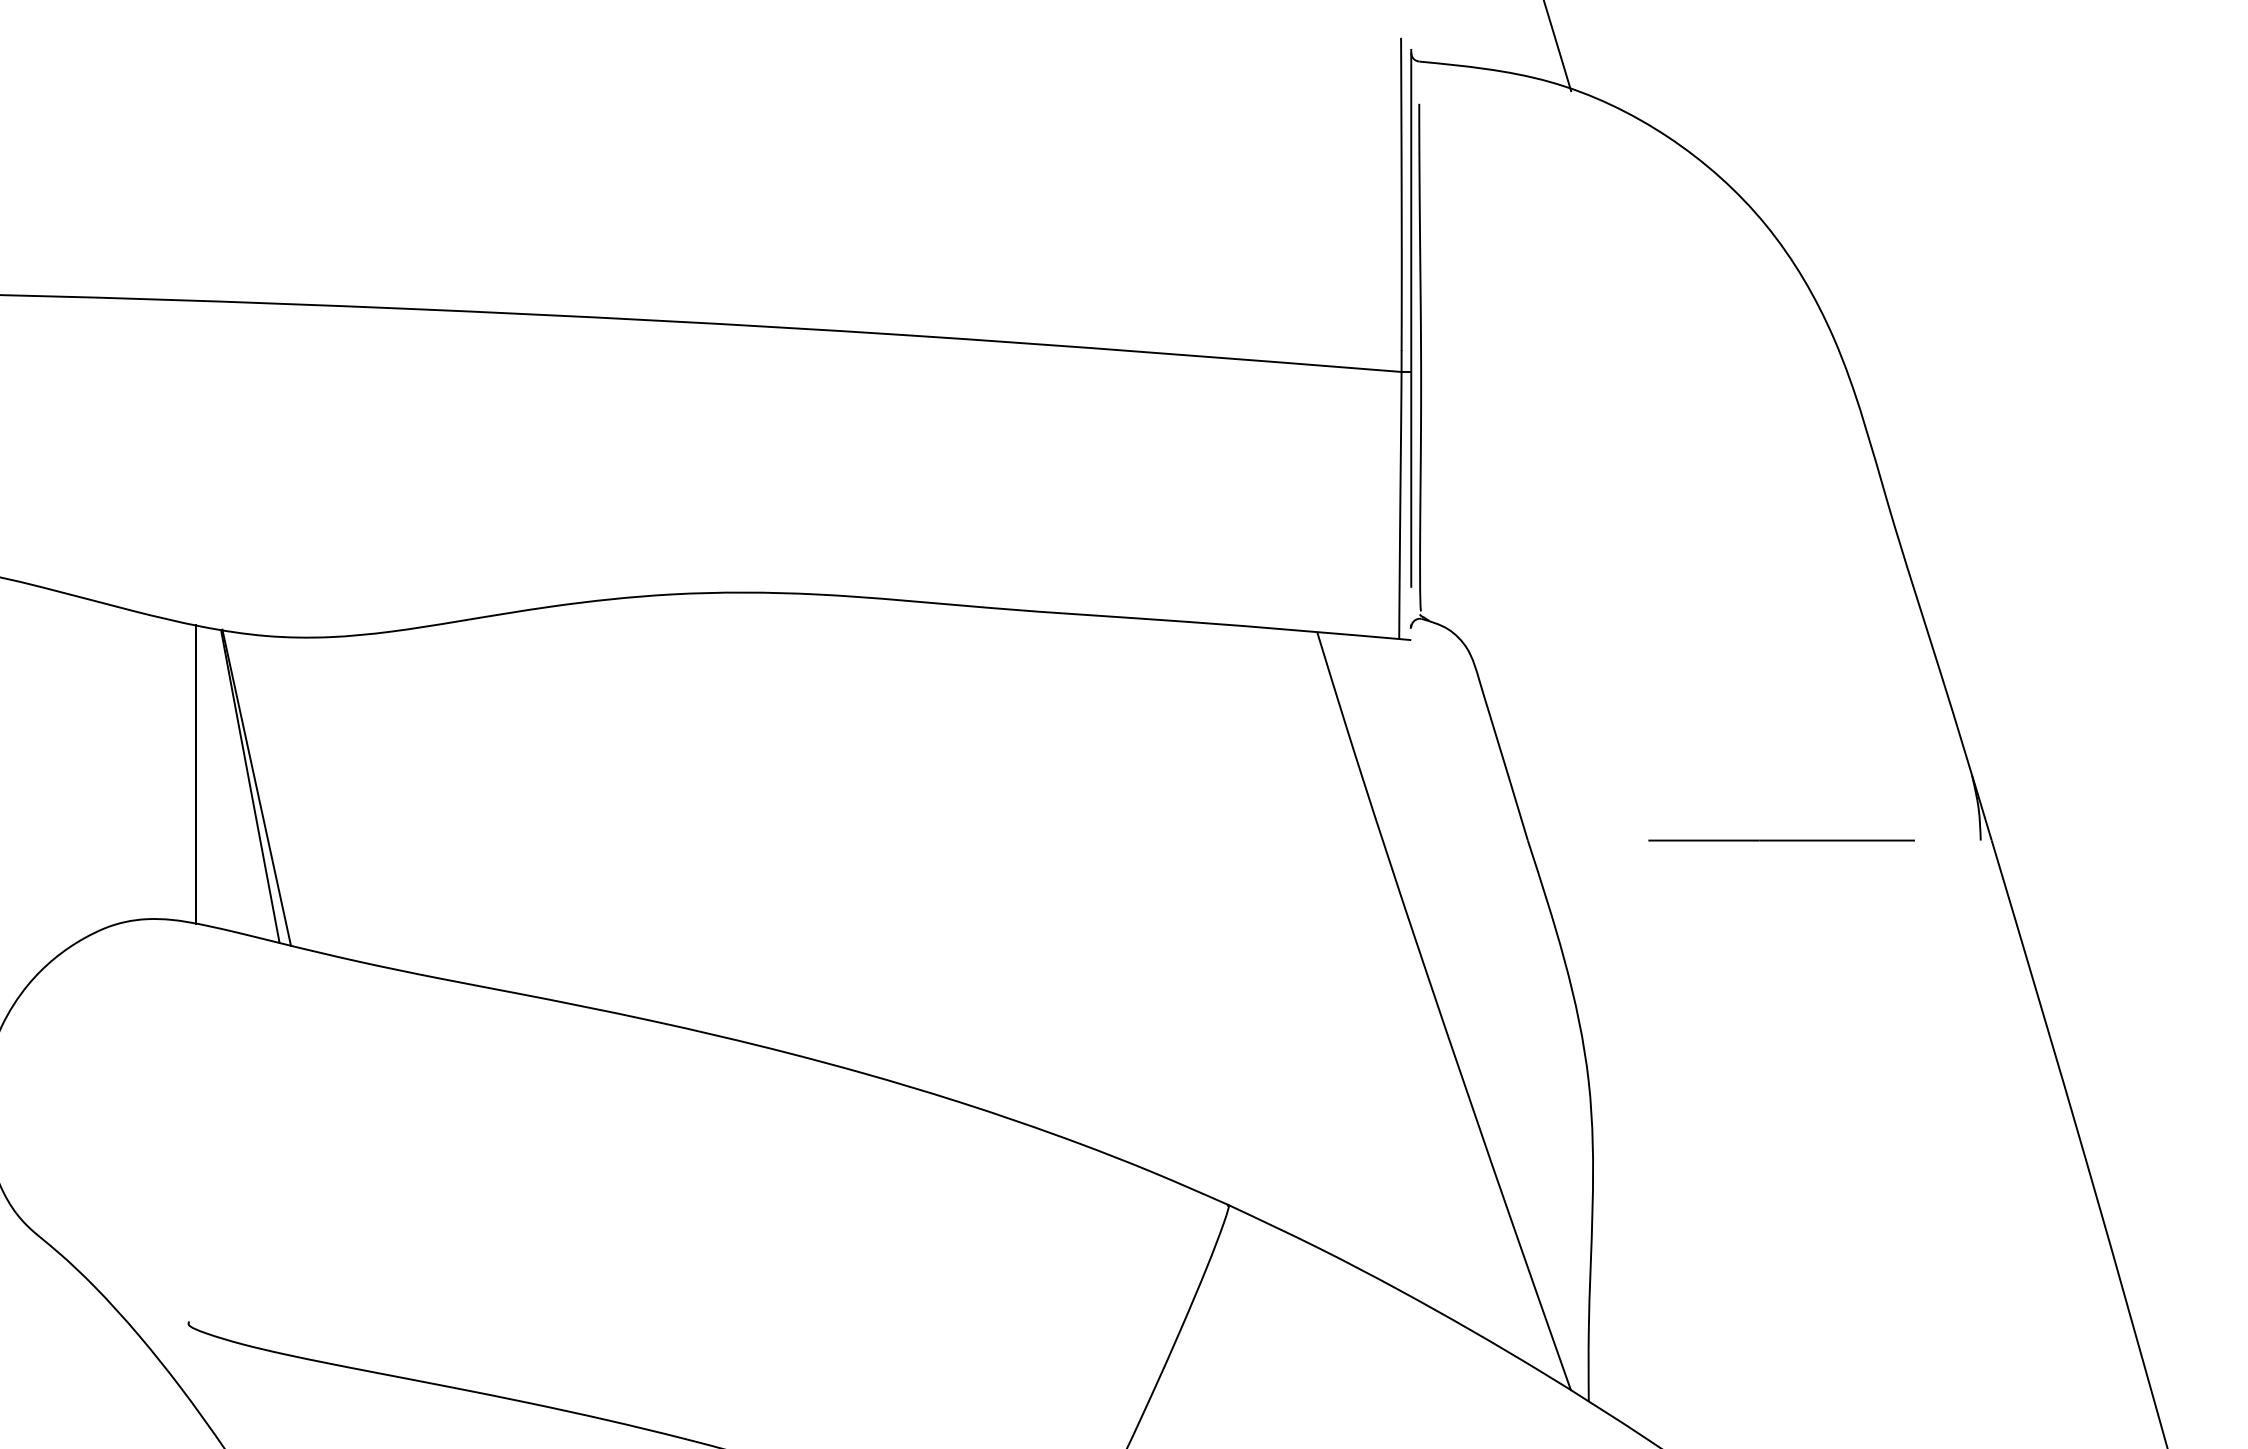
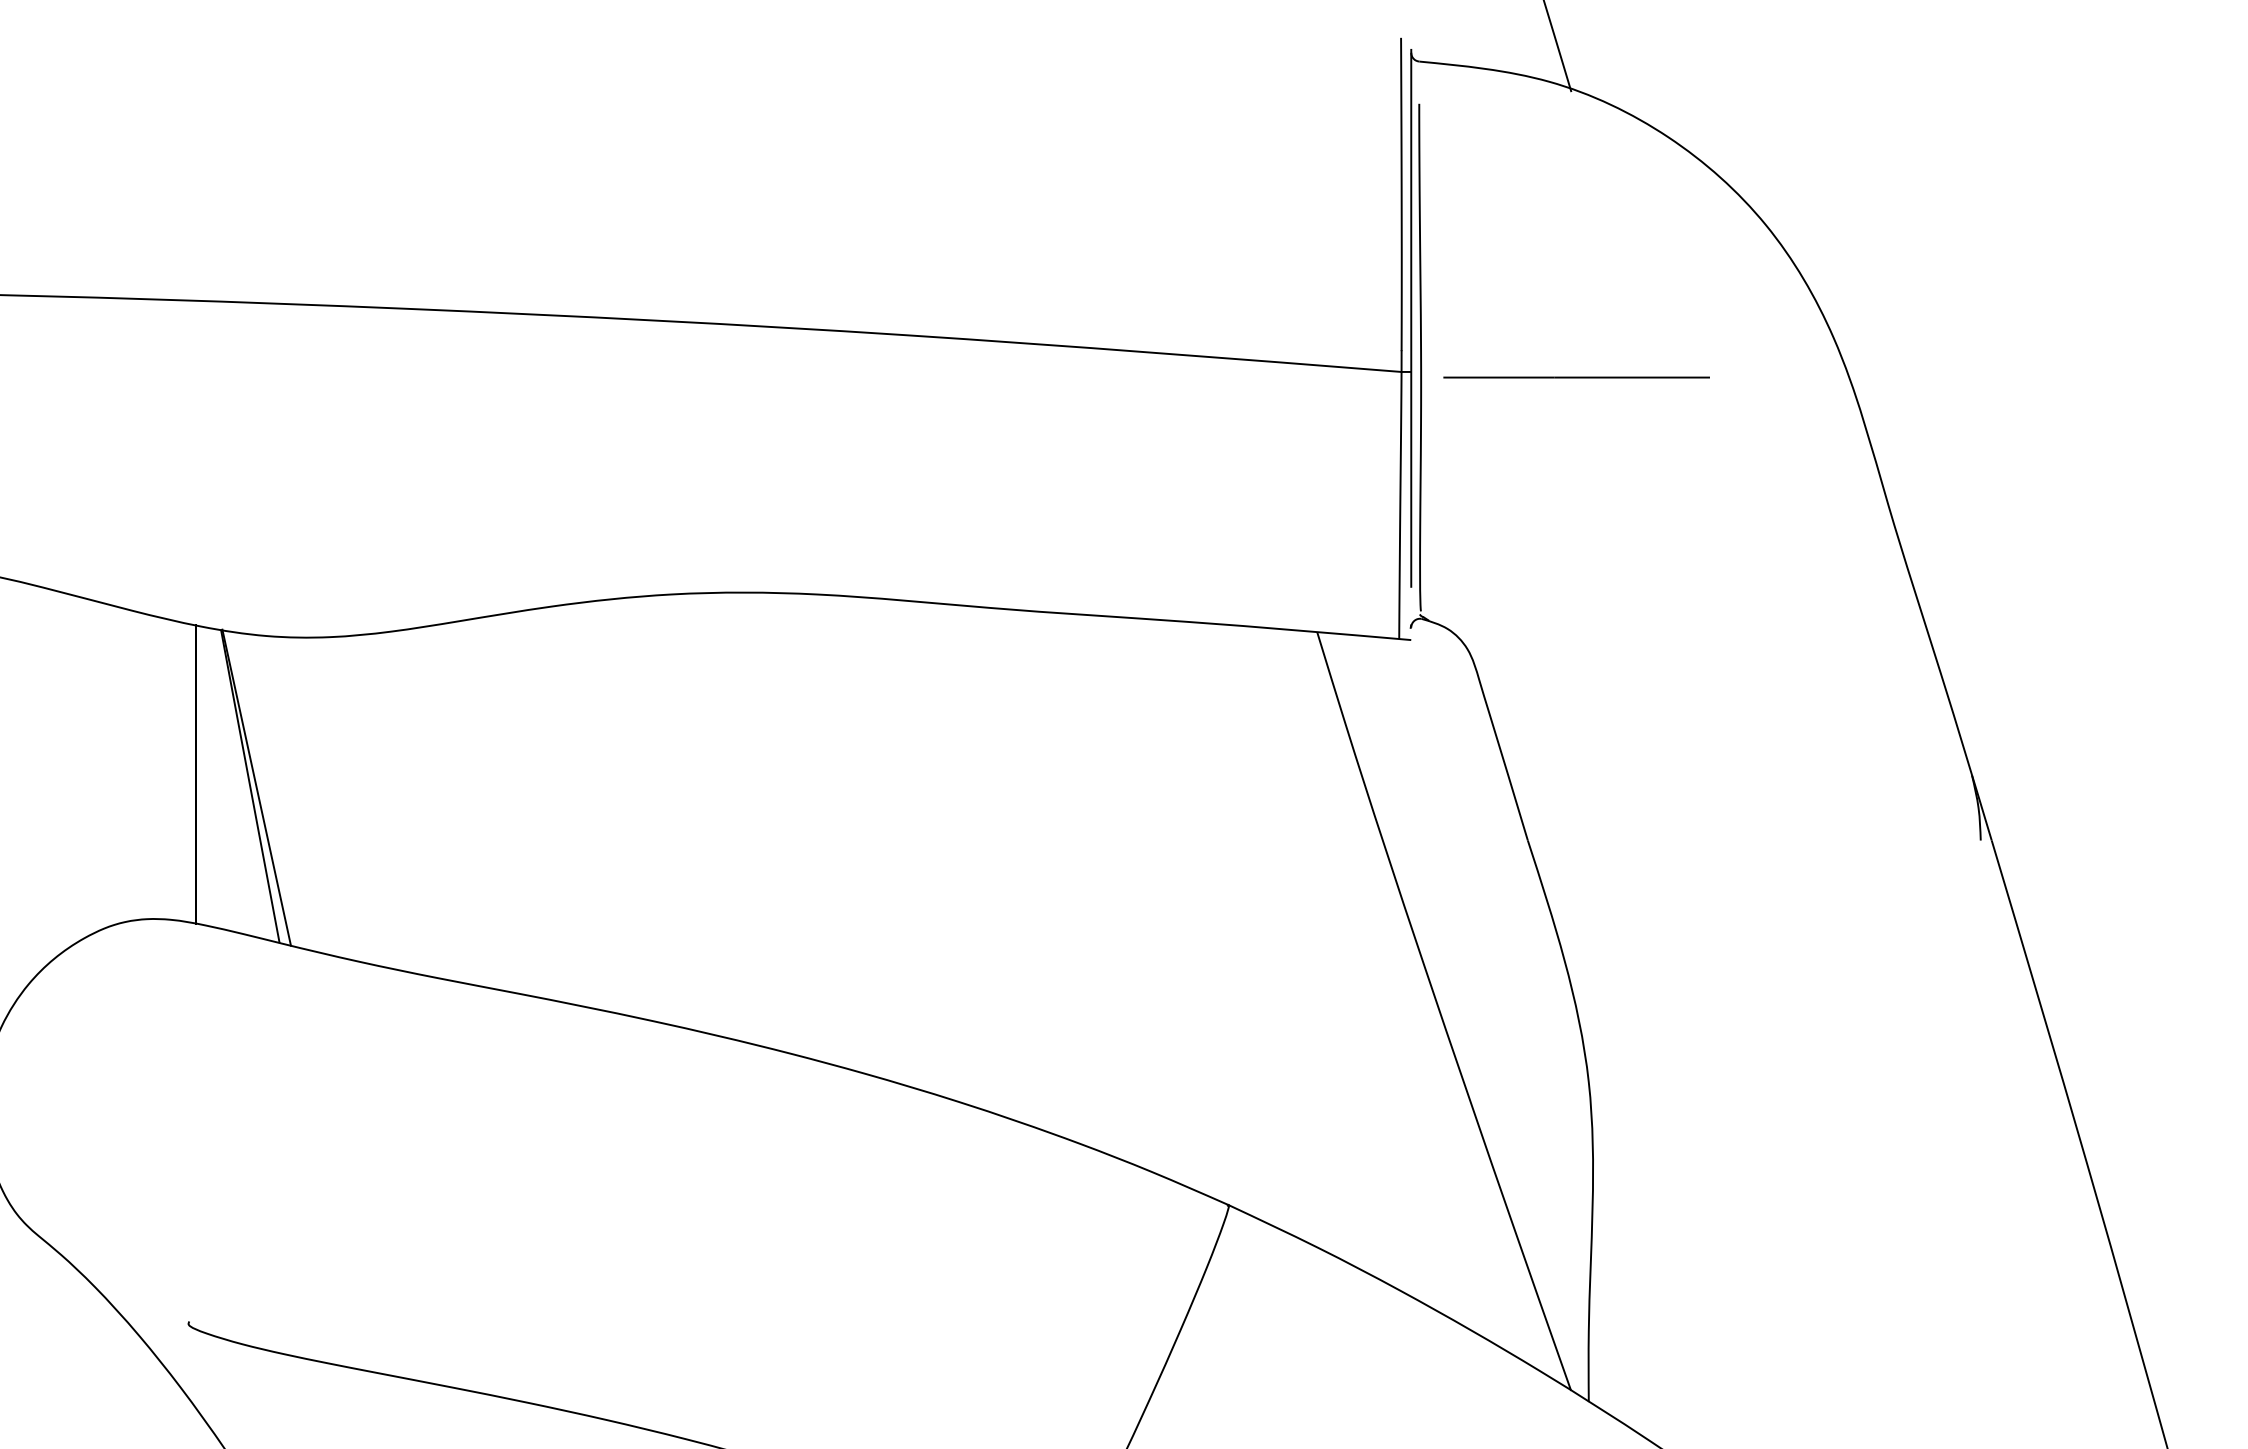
line at (1781, 840) position: (1781, 840) -> (1576, 377)
